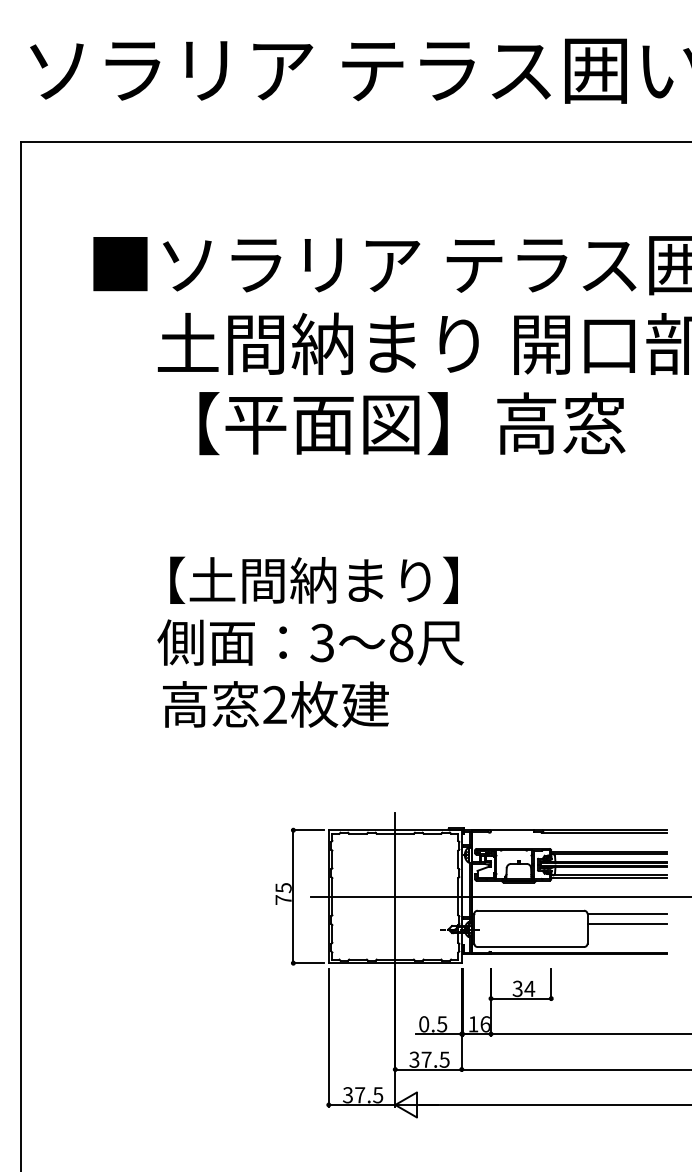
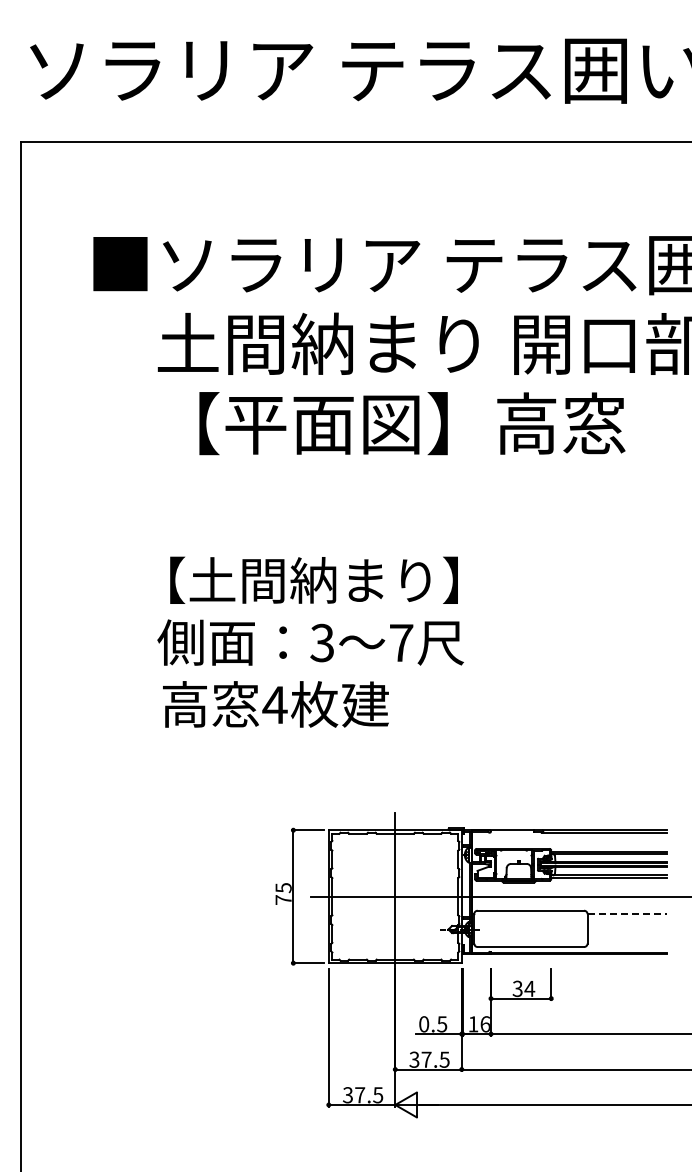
text at (401, 643): 8 -> 7
text at (274, 704): 2 -> 4
line at (627, 913): solid -> dashed
line at (626, 923): present -> none
